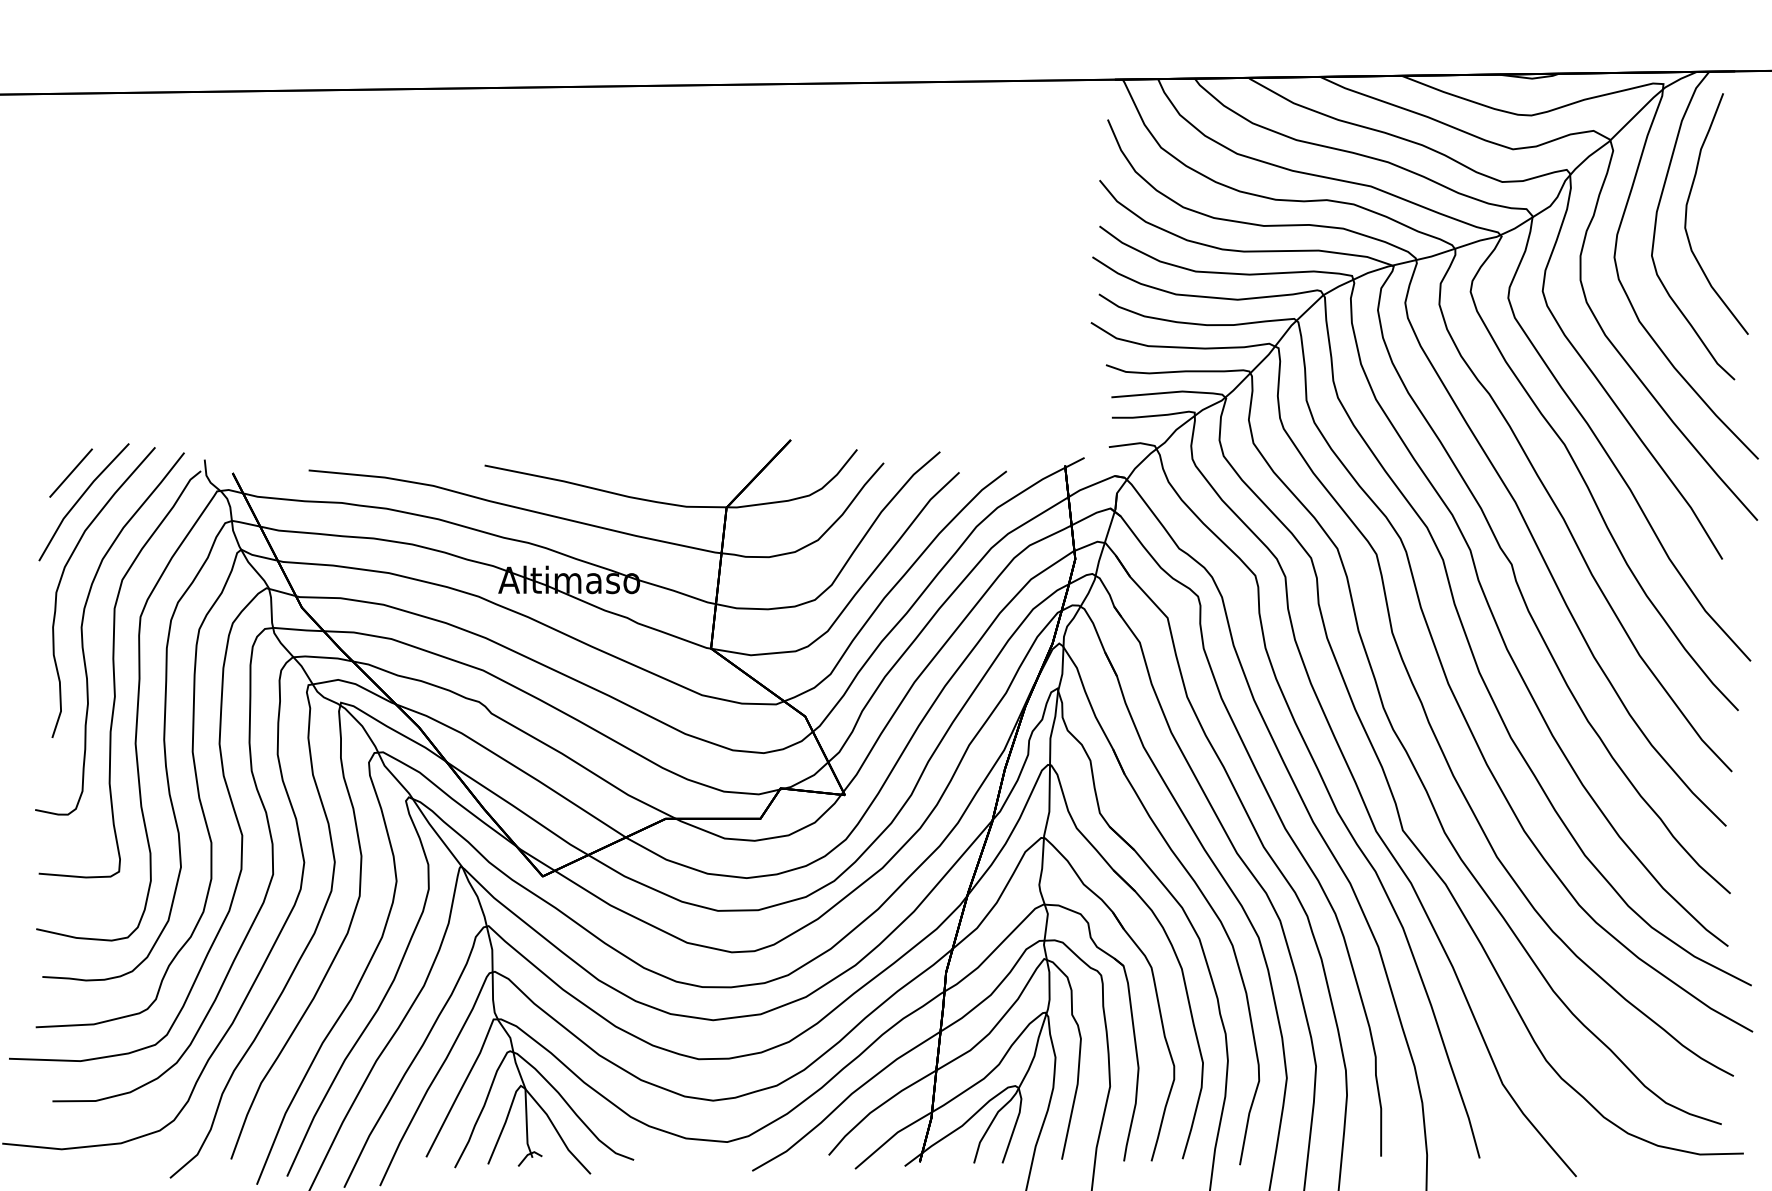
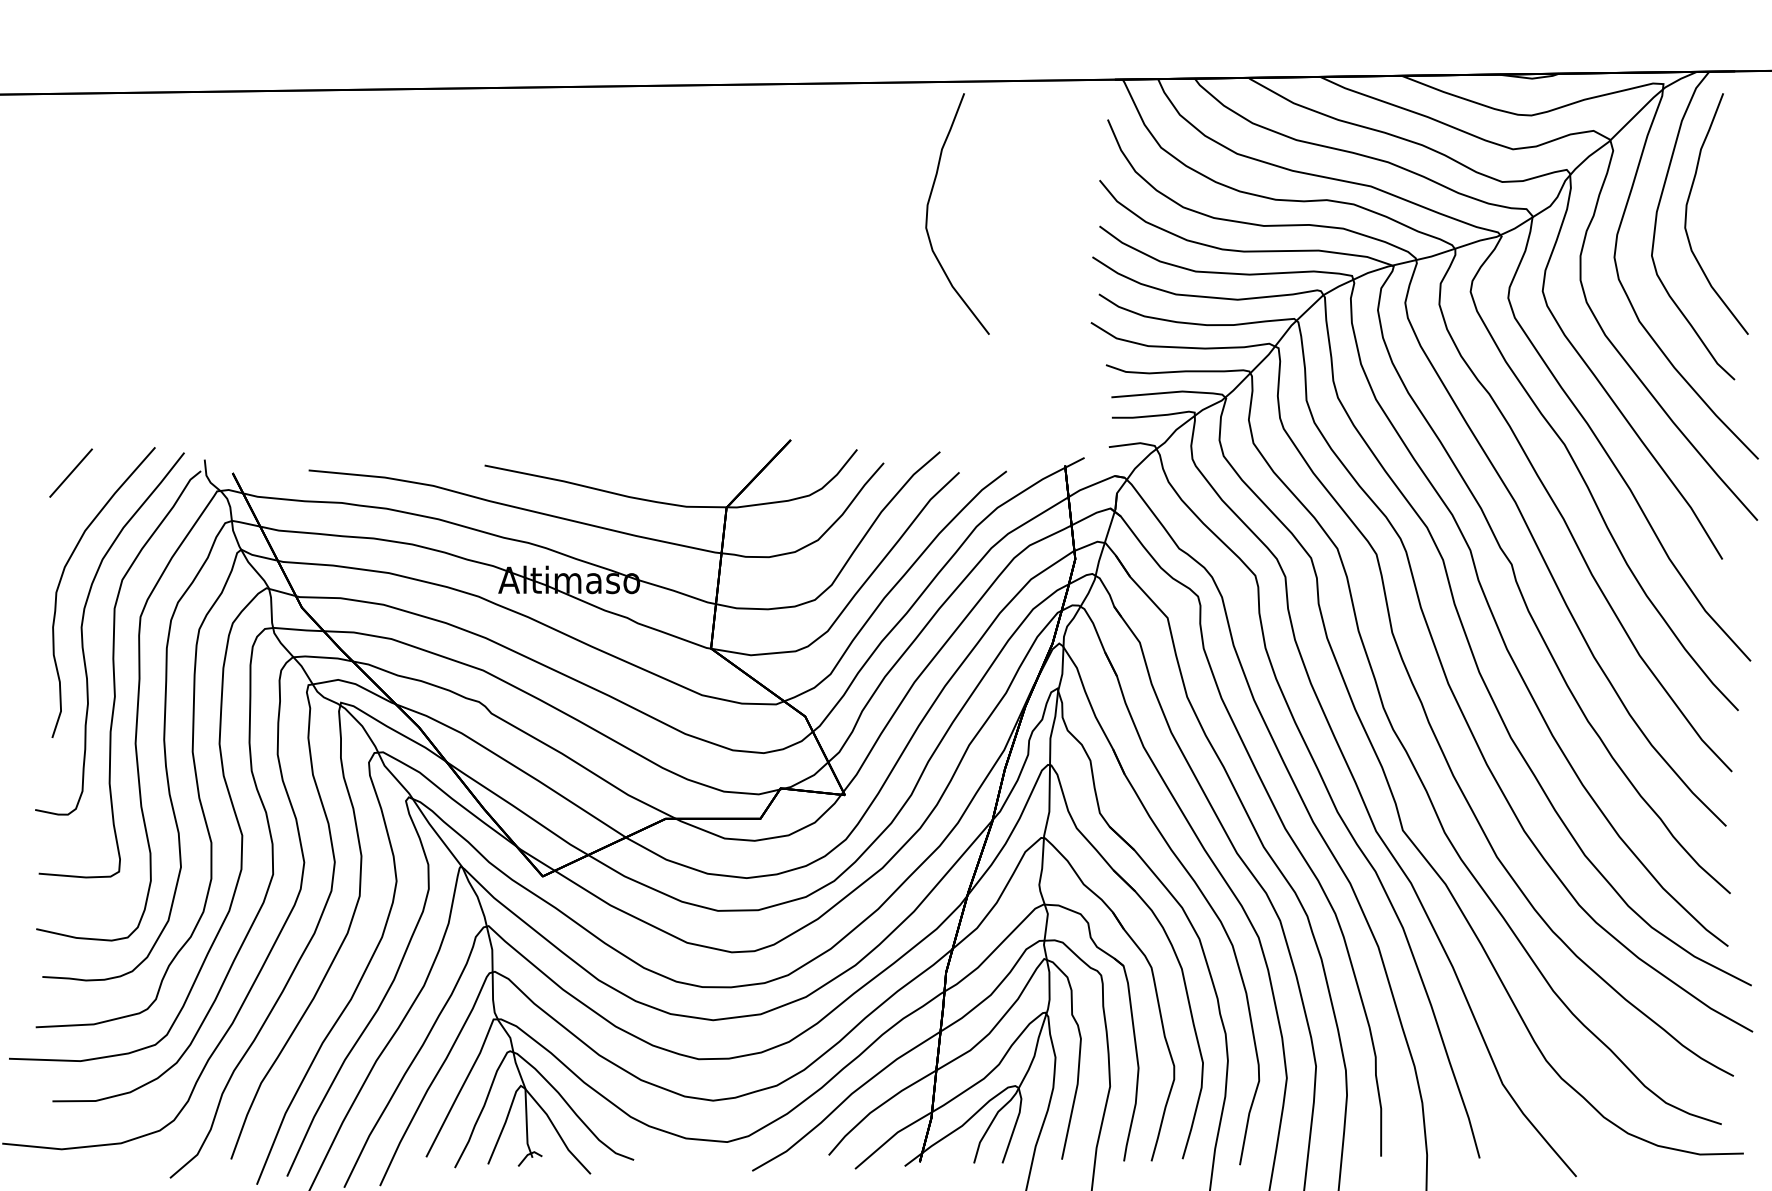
part at (928, 211): none -> present
line at (80, 499): present -> none
